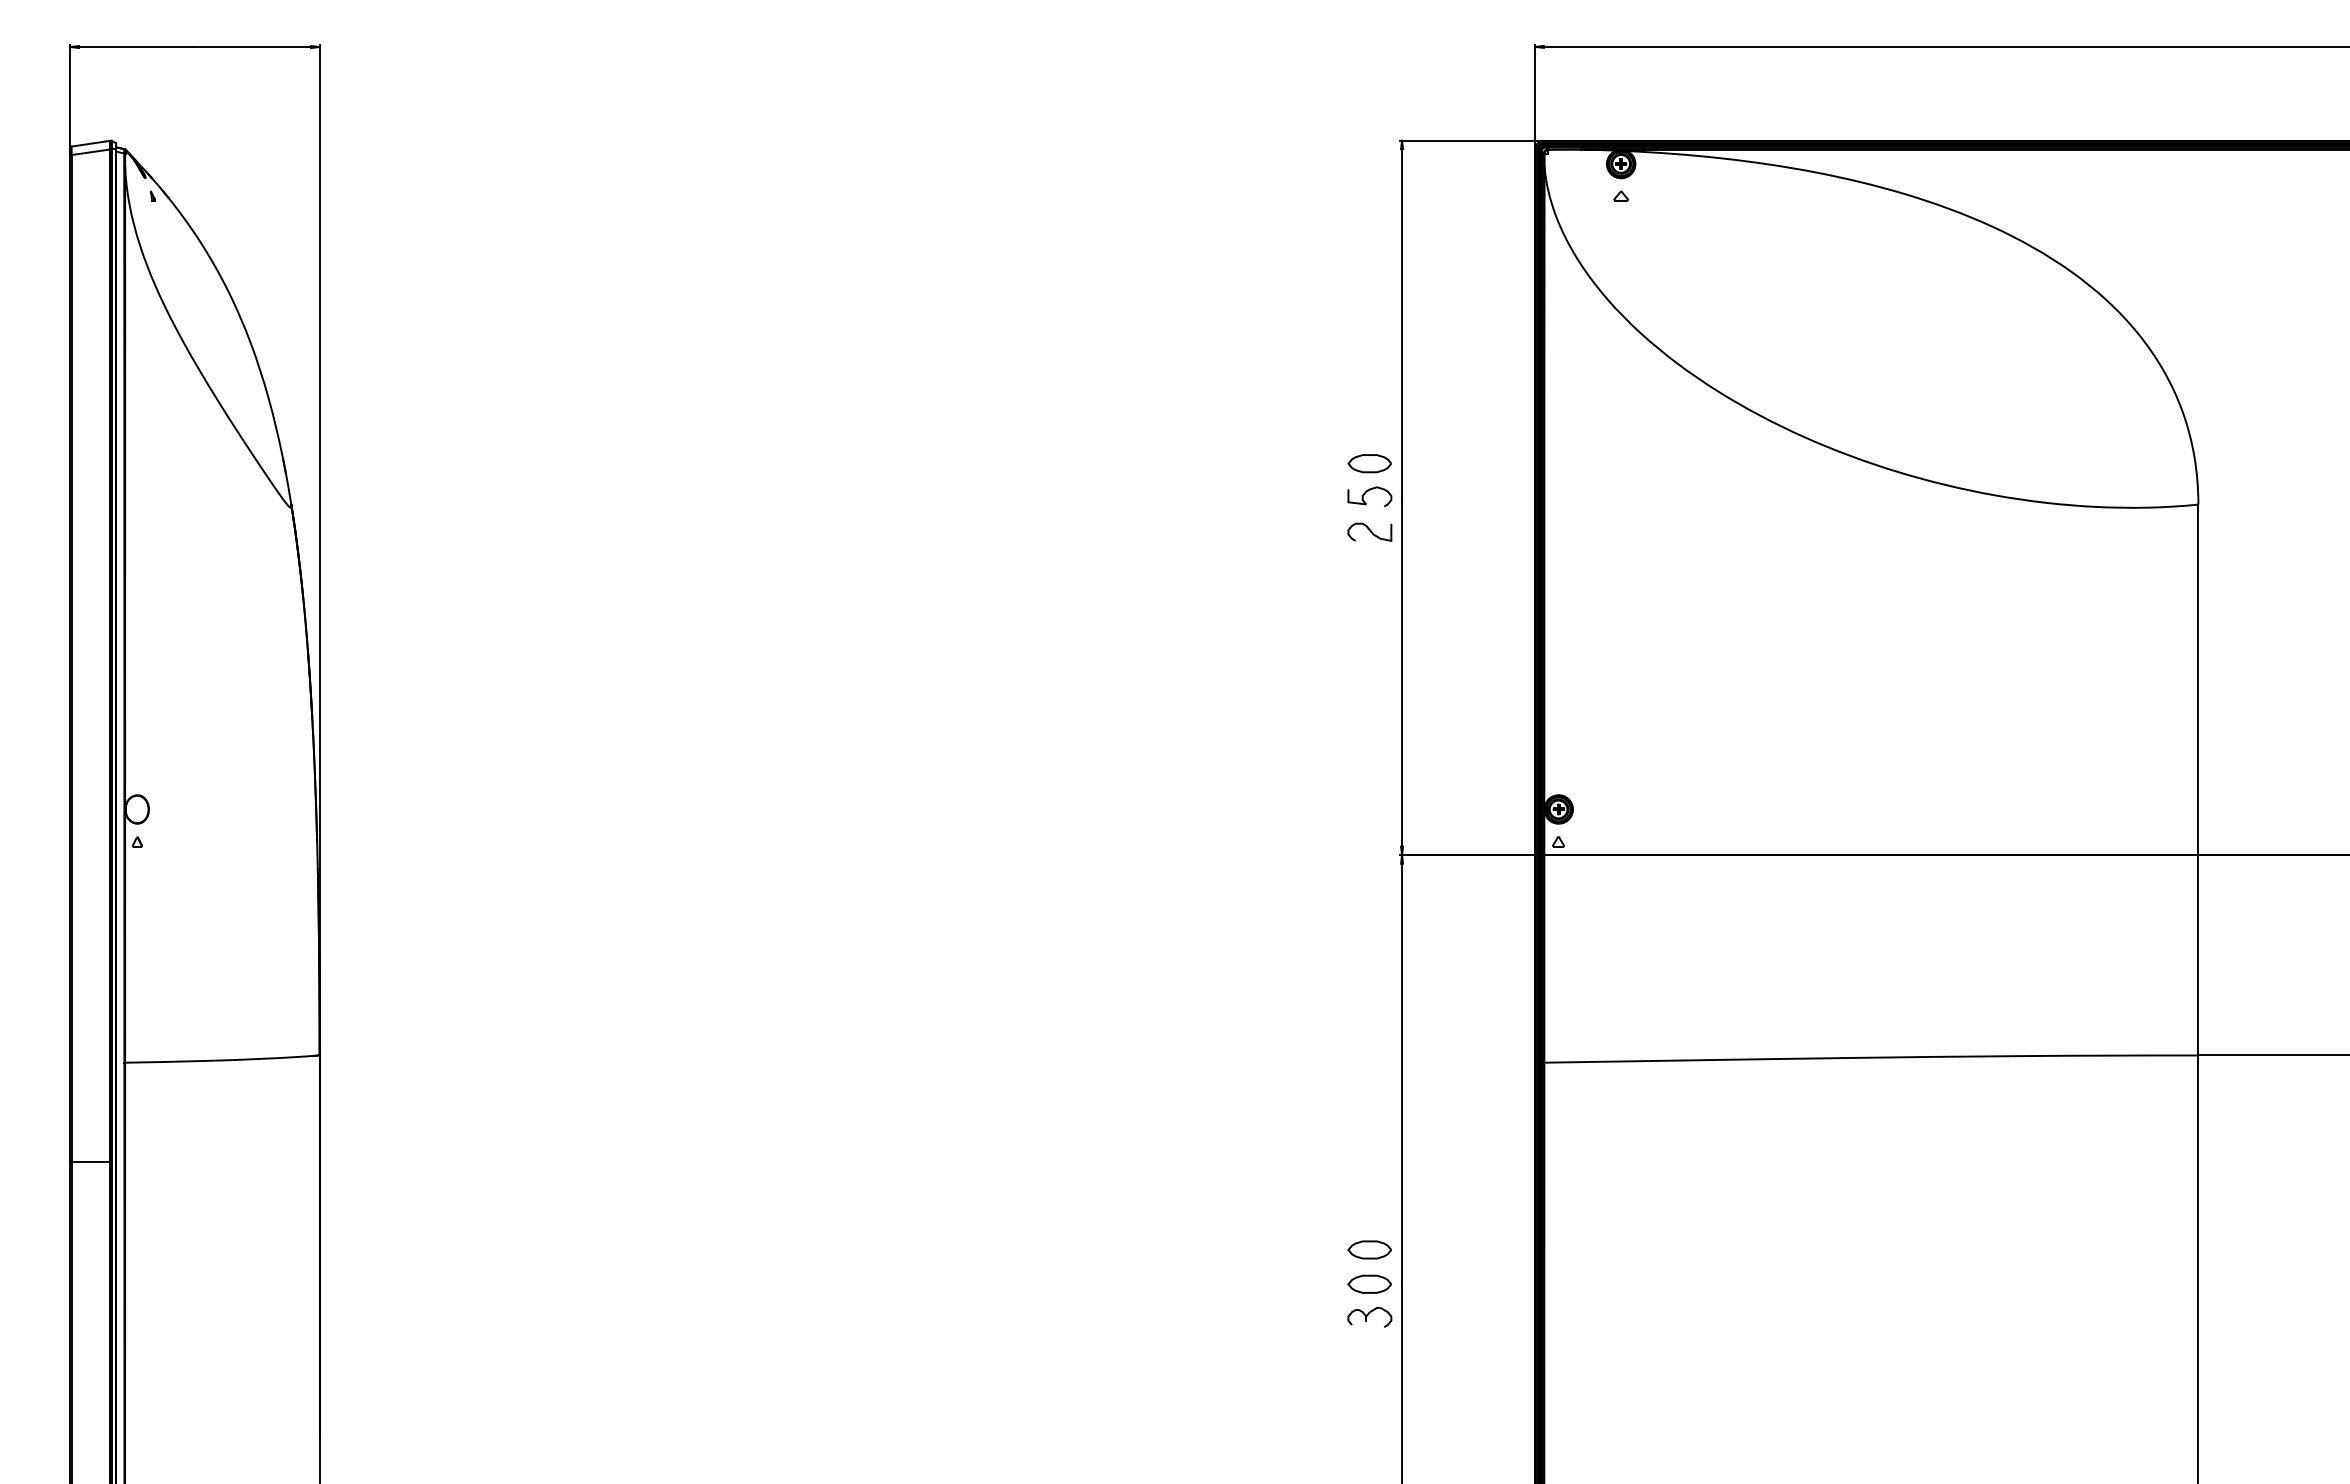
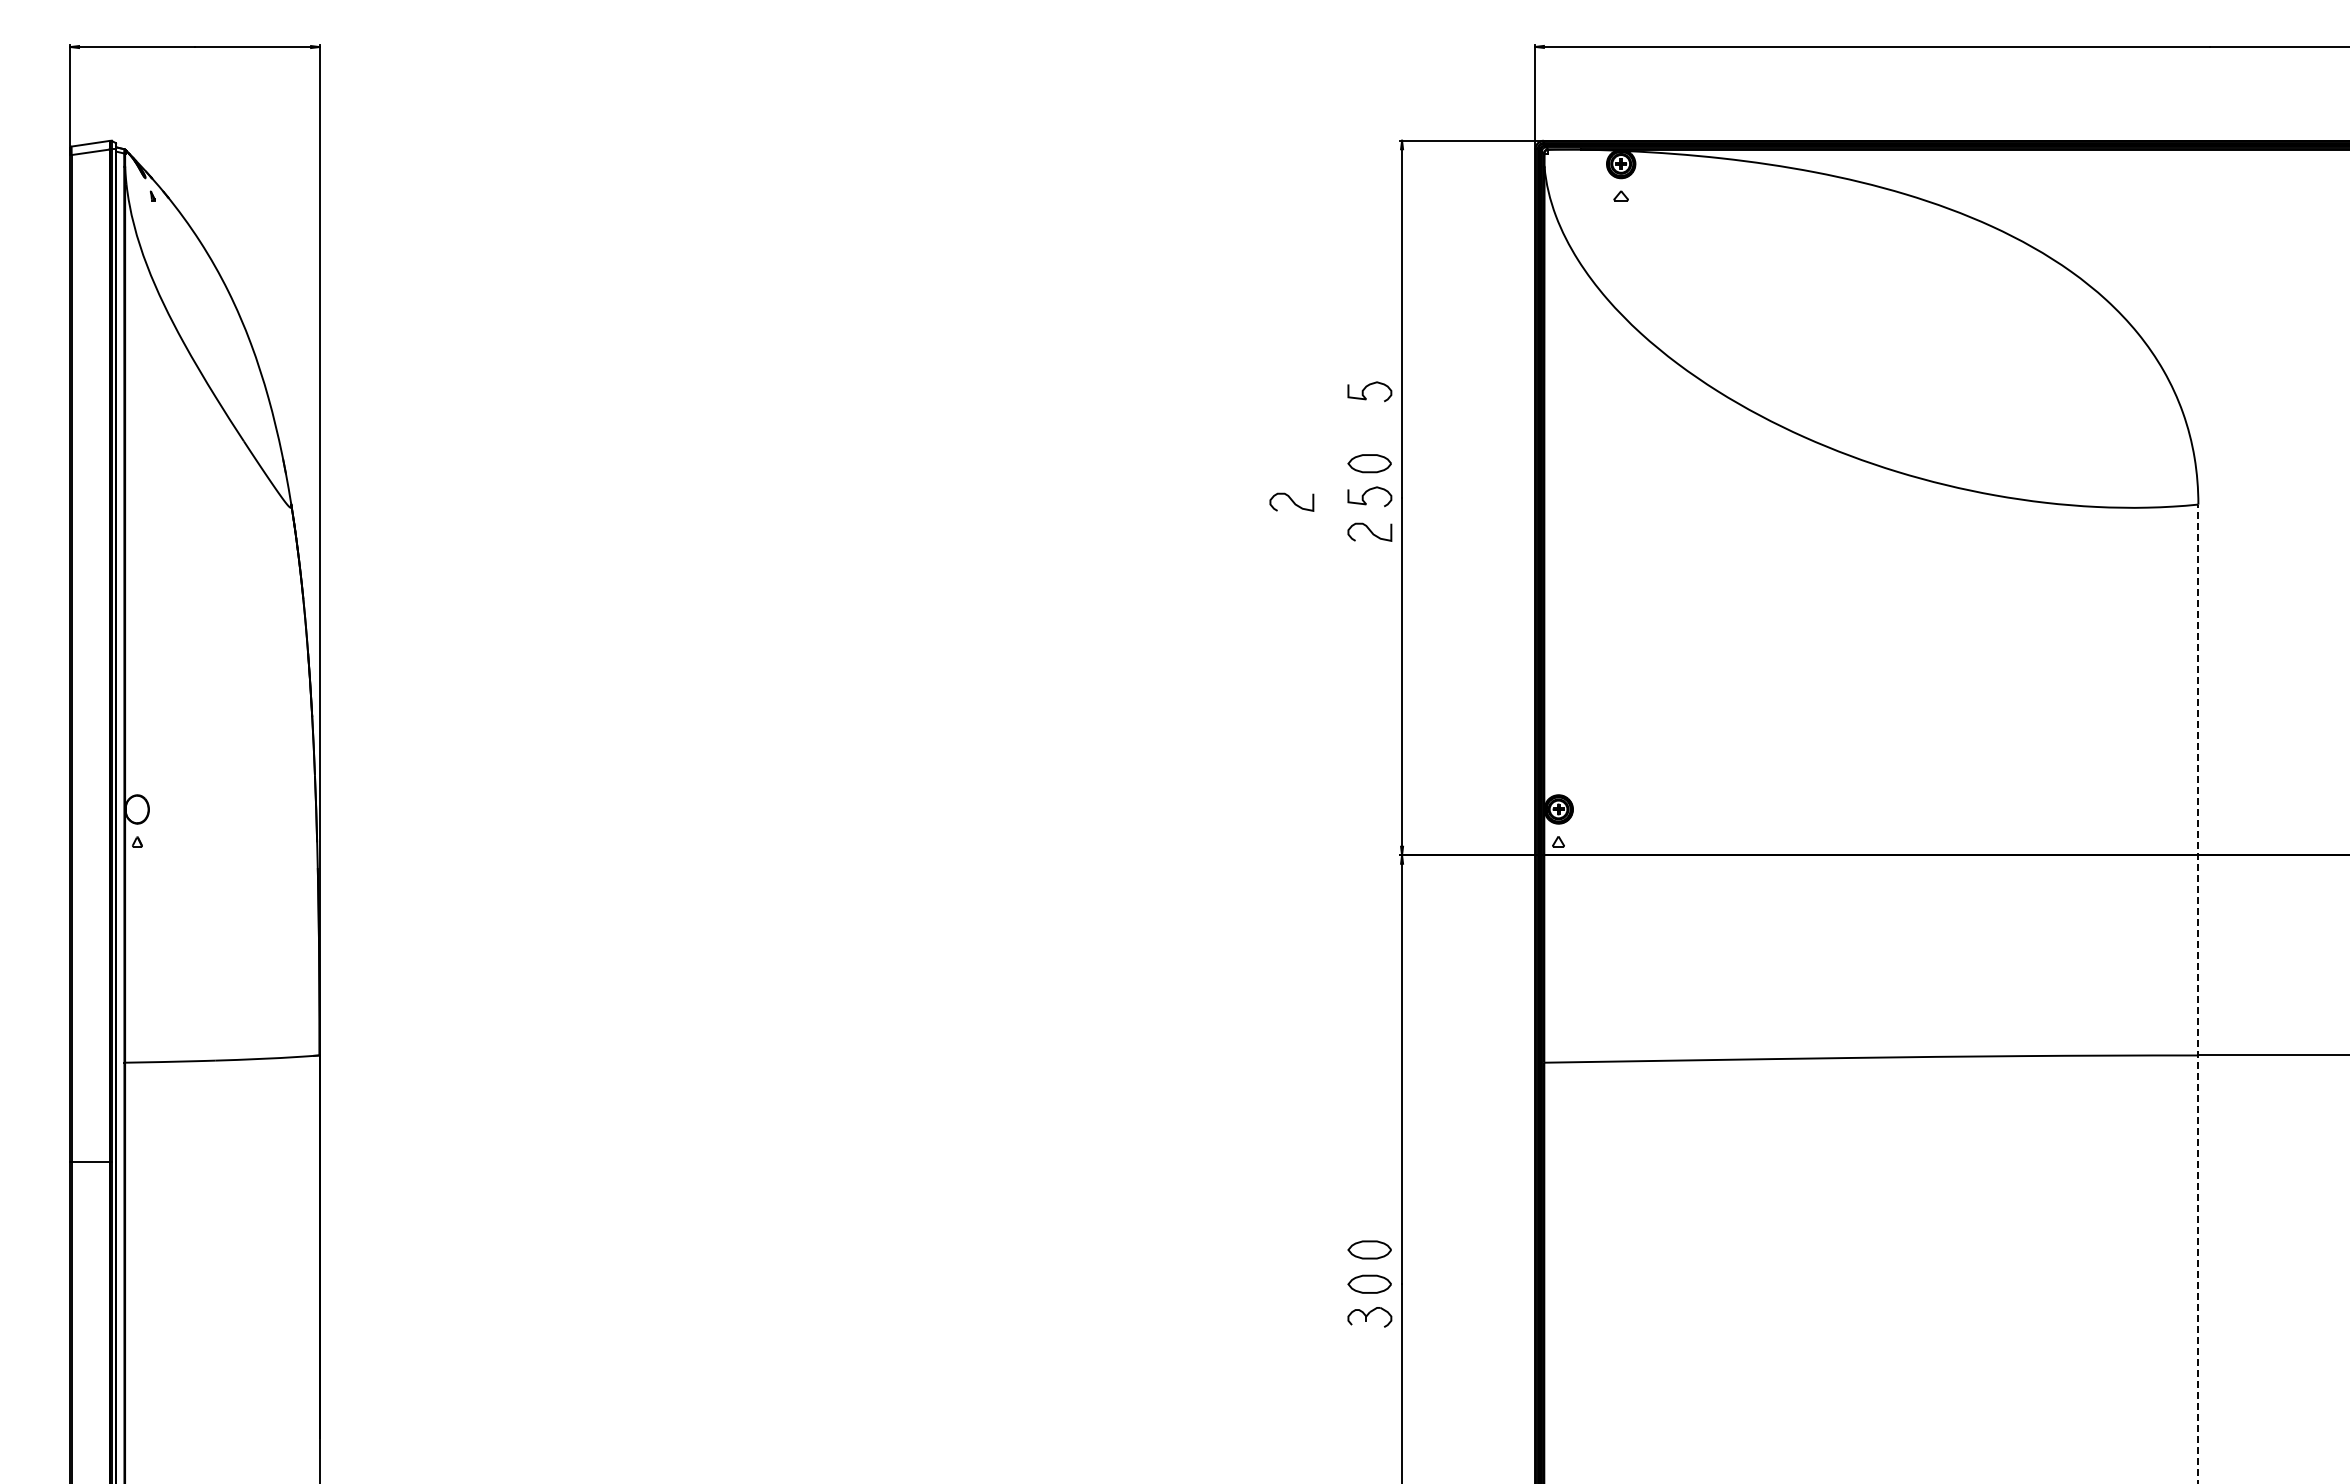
curve at (1365, 389): none -> present
curve at (1291, 501): none -> present
line at (2198, 993): solid -> dashed
